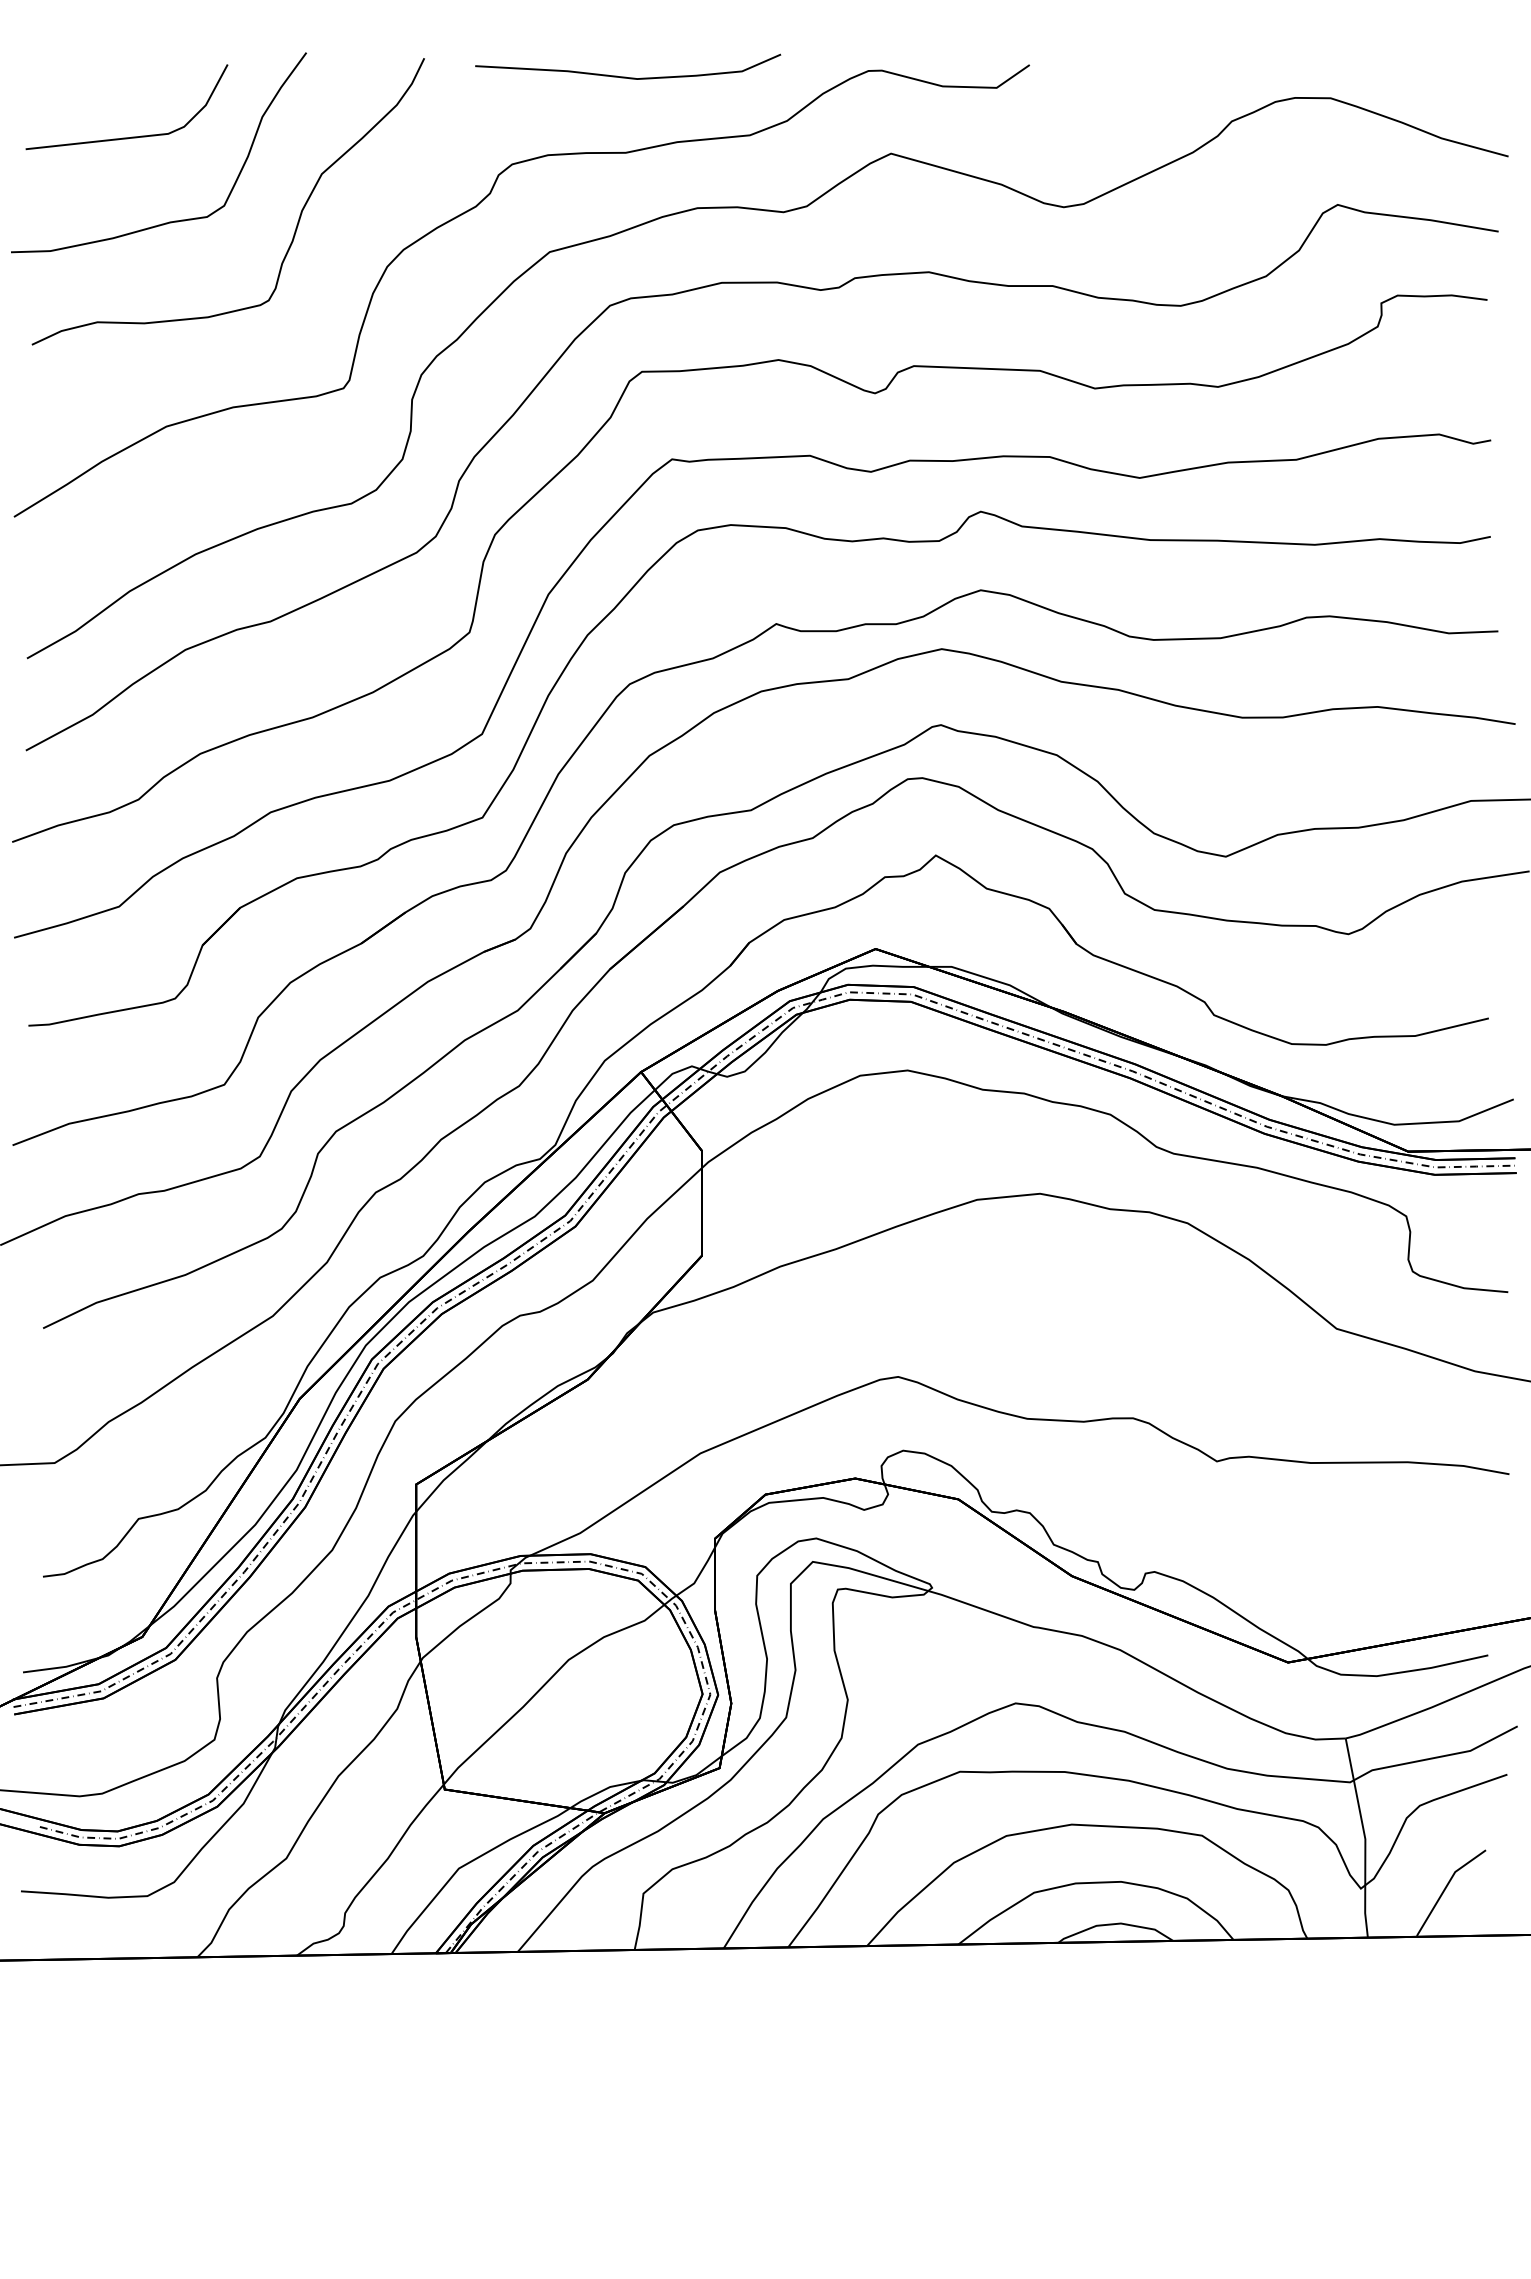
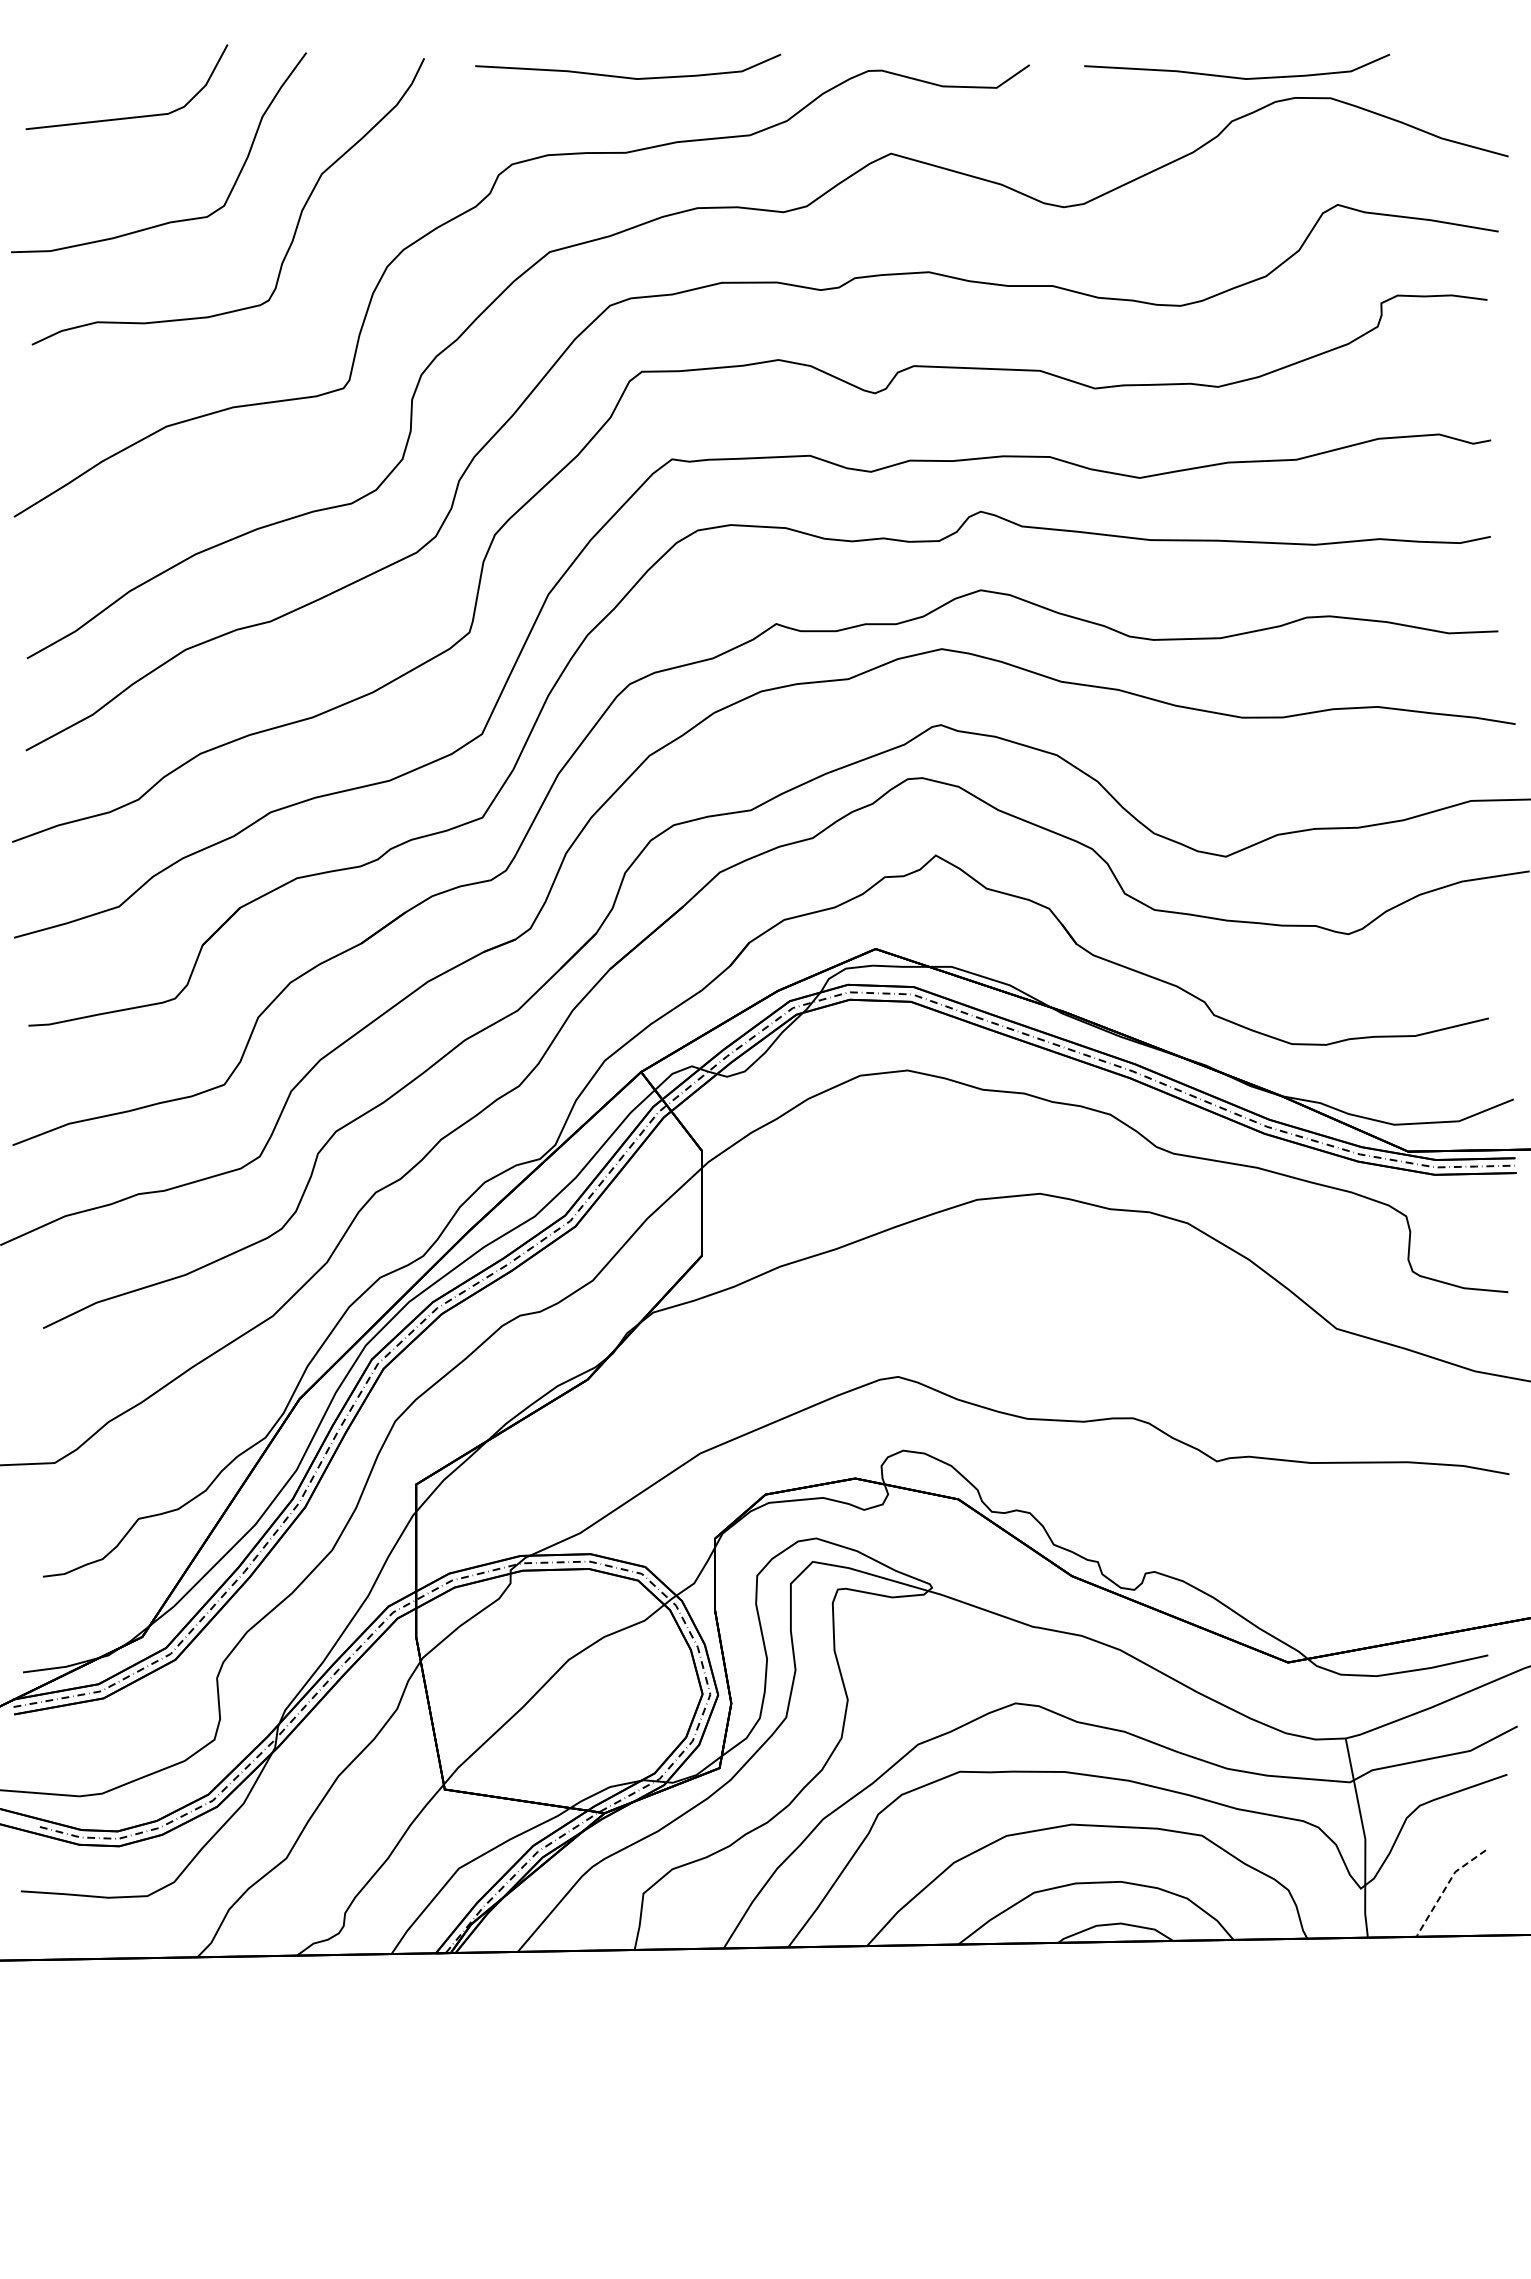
curve at (1235, 76): none -> present
curve at (131, 136) position: (131, 136) -> (131, 116)
line at (1445, 1888): solid -> dashed
